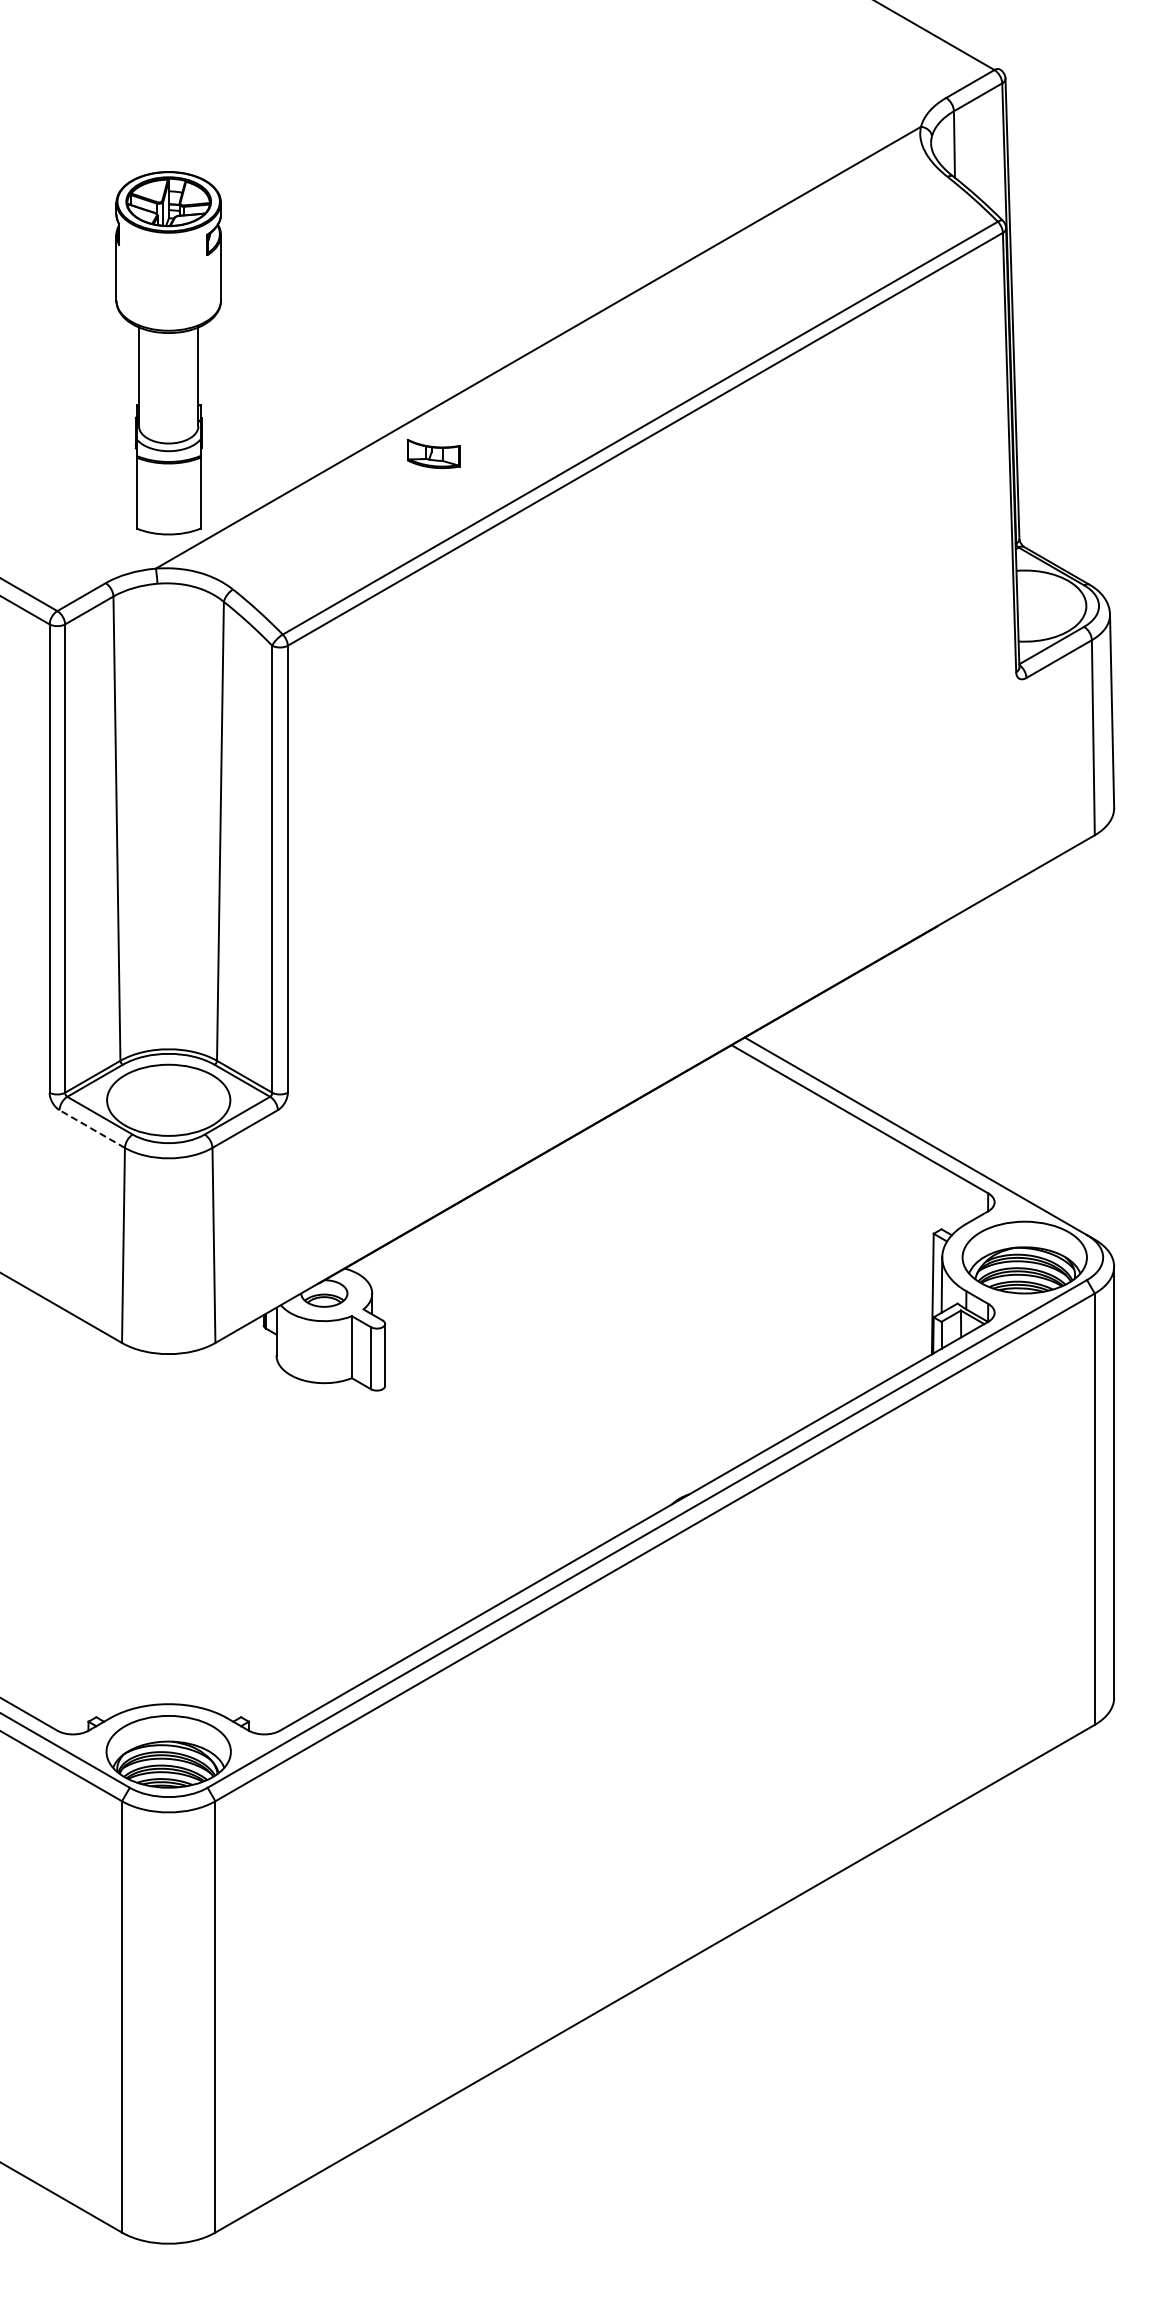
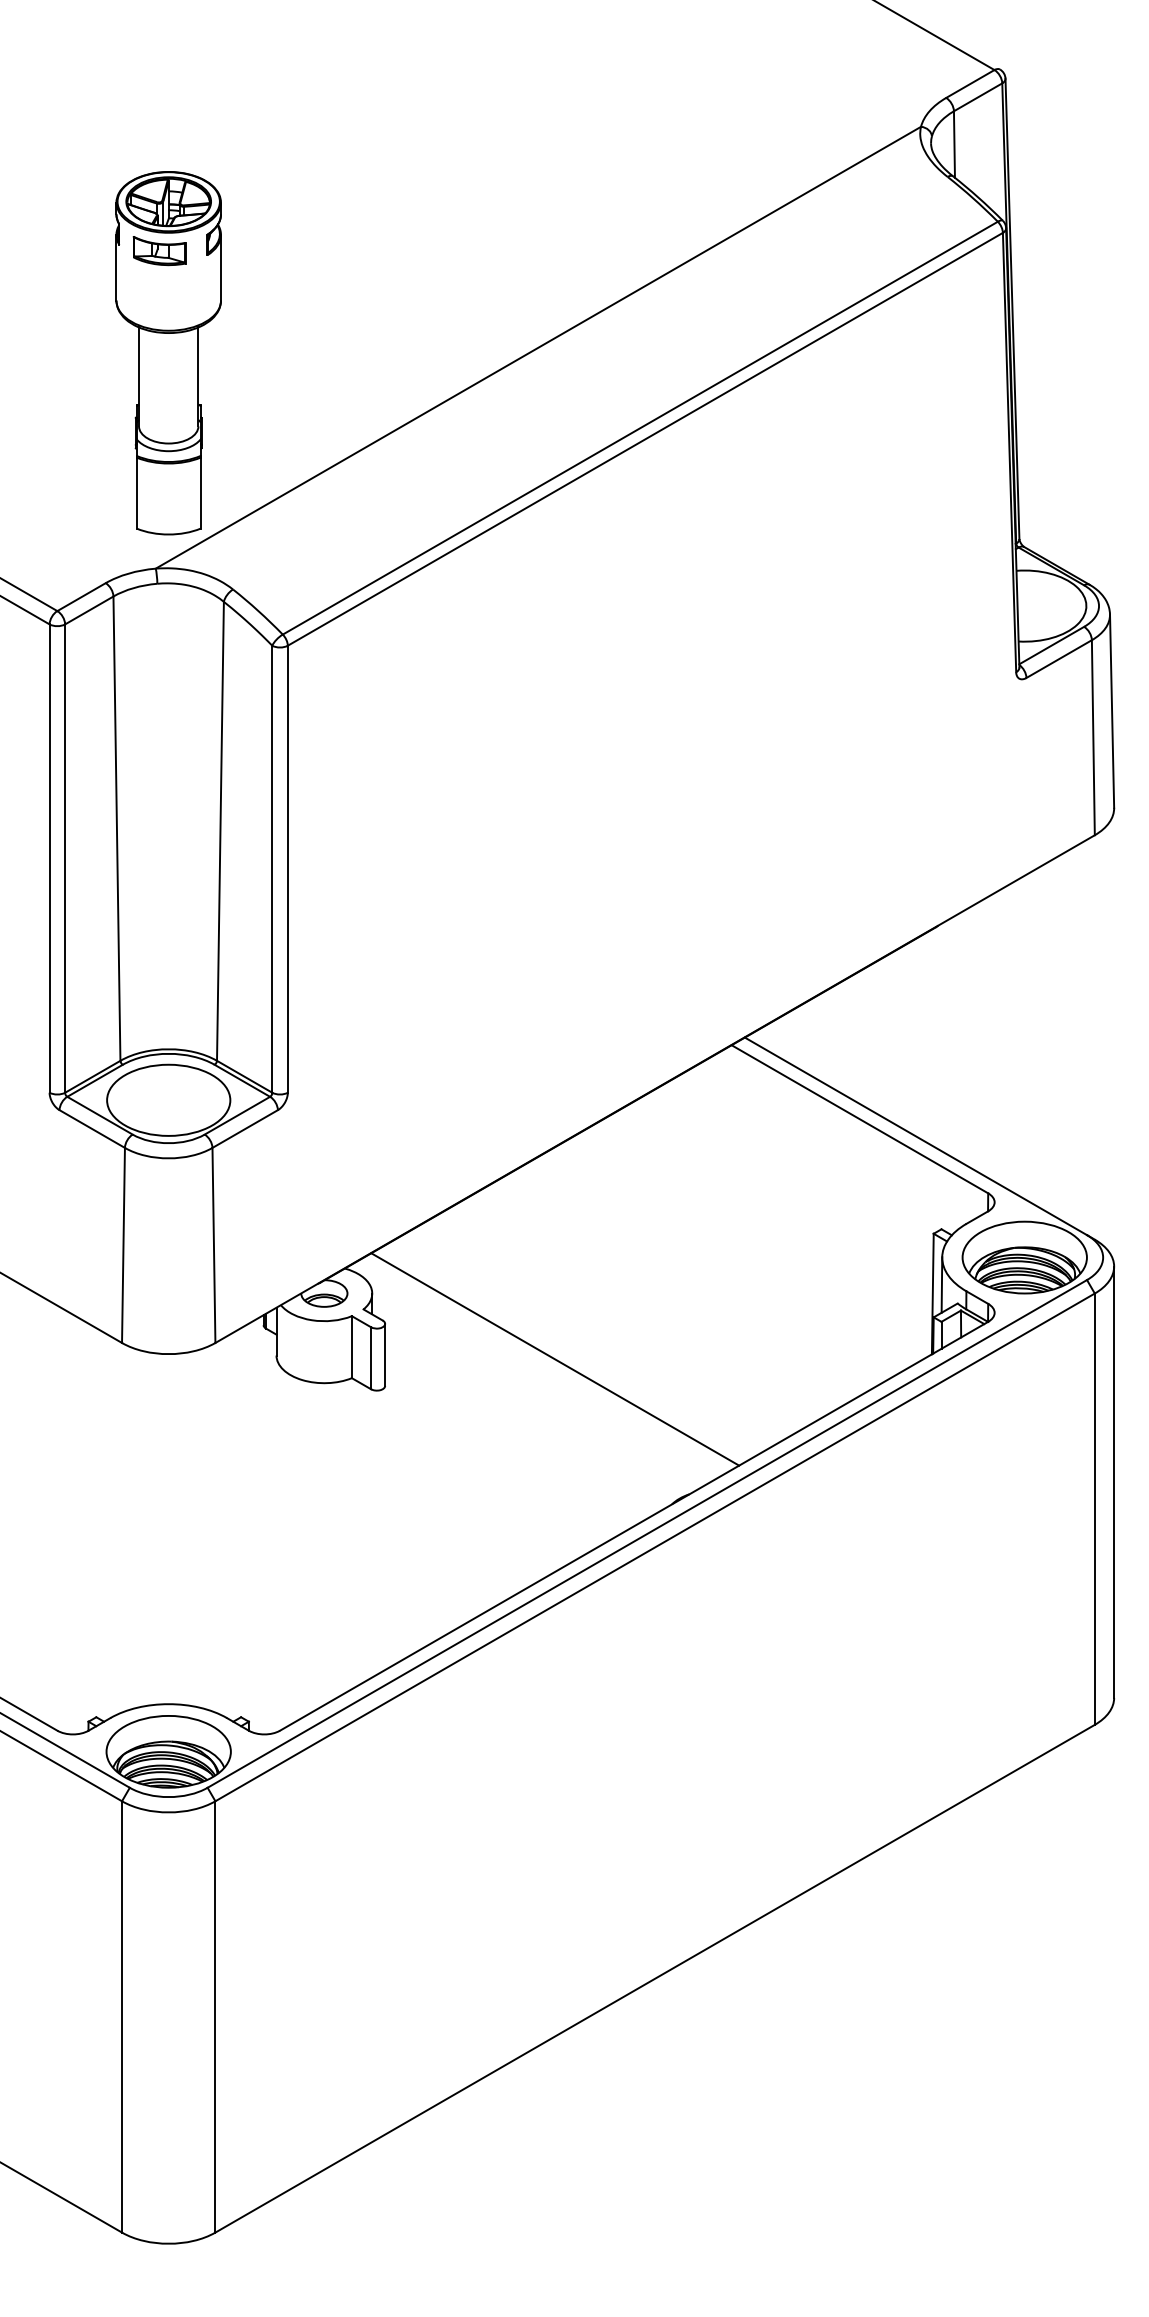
part at (433, 454) position: (433, 454) -> (159, 251)
line at (92, 1129): dashed -> solid
line at (555, 1359): none -> present
